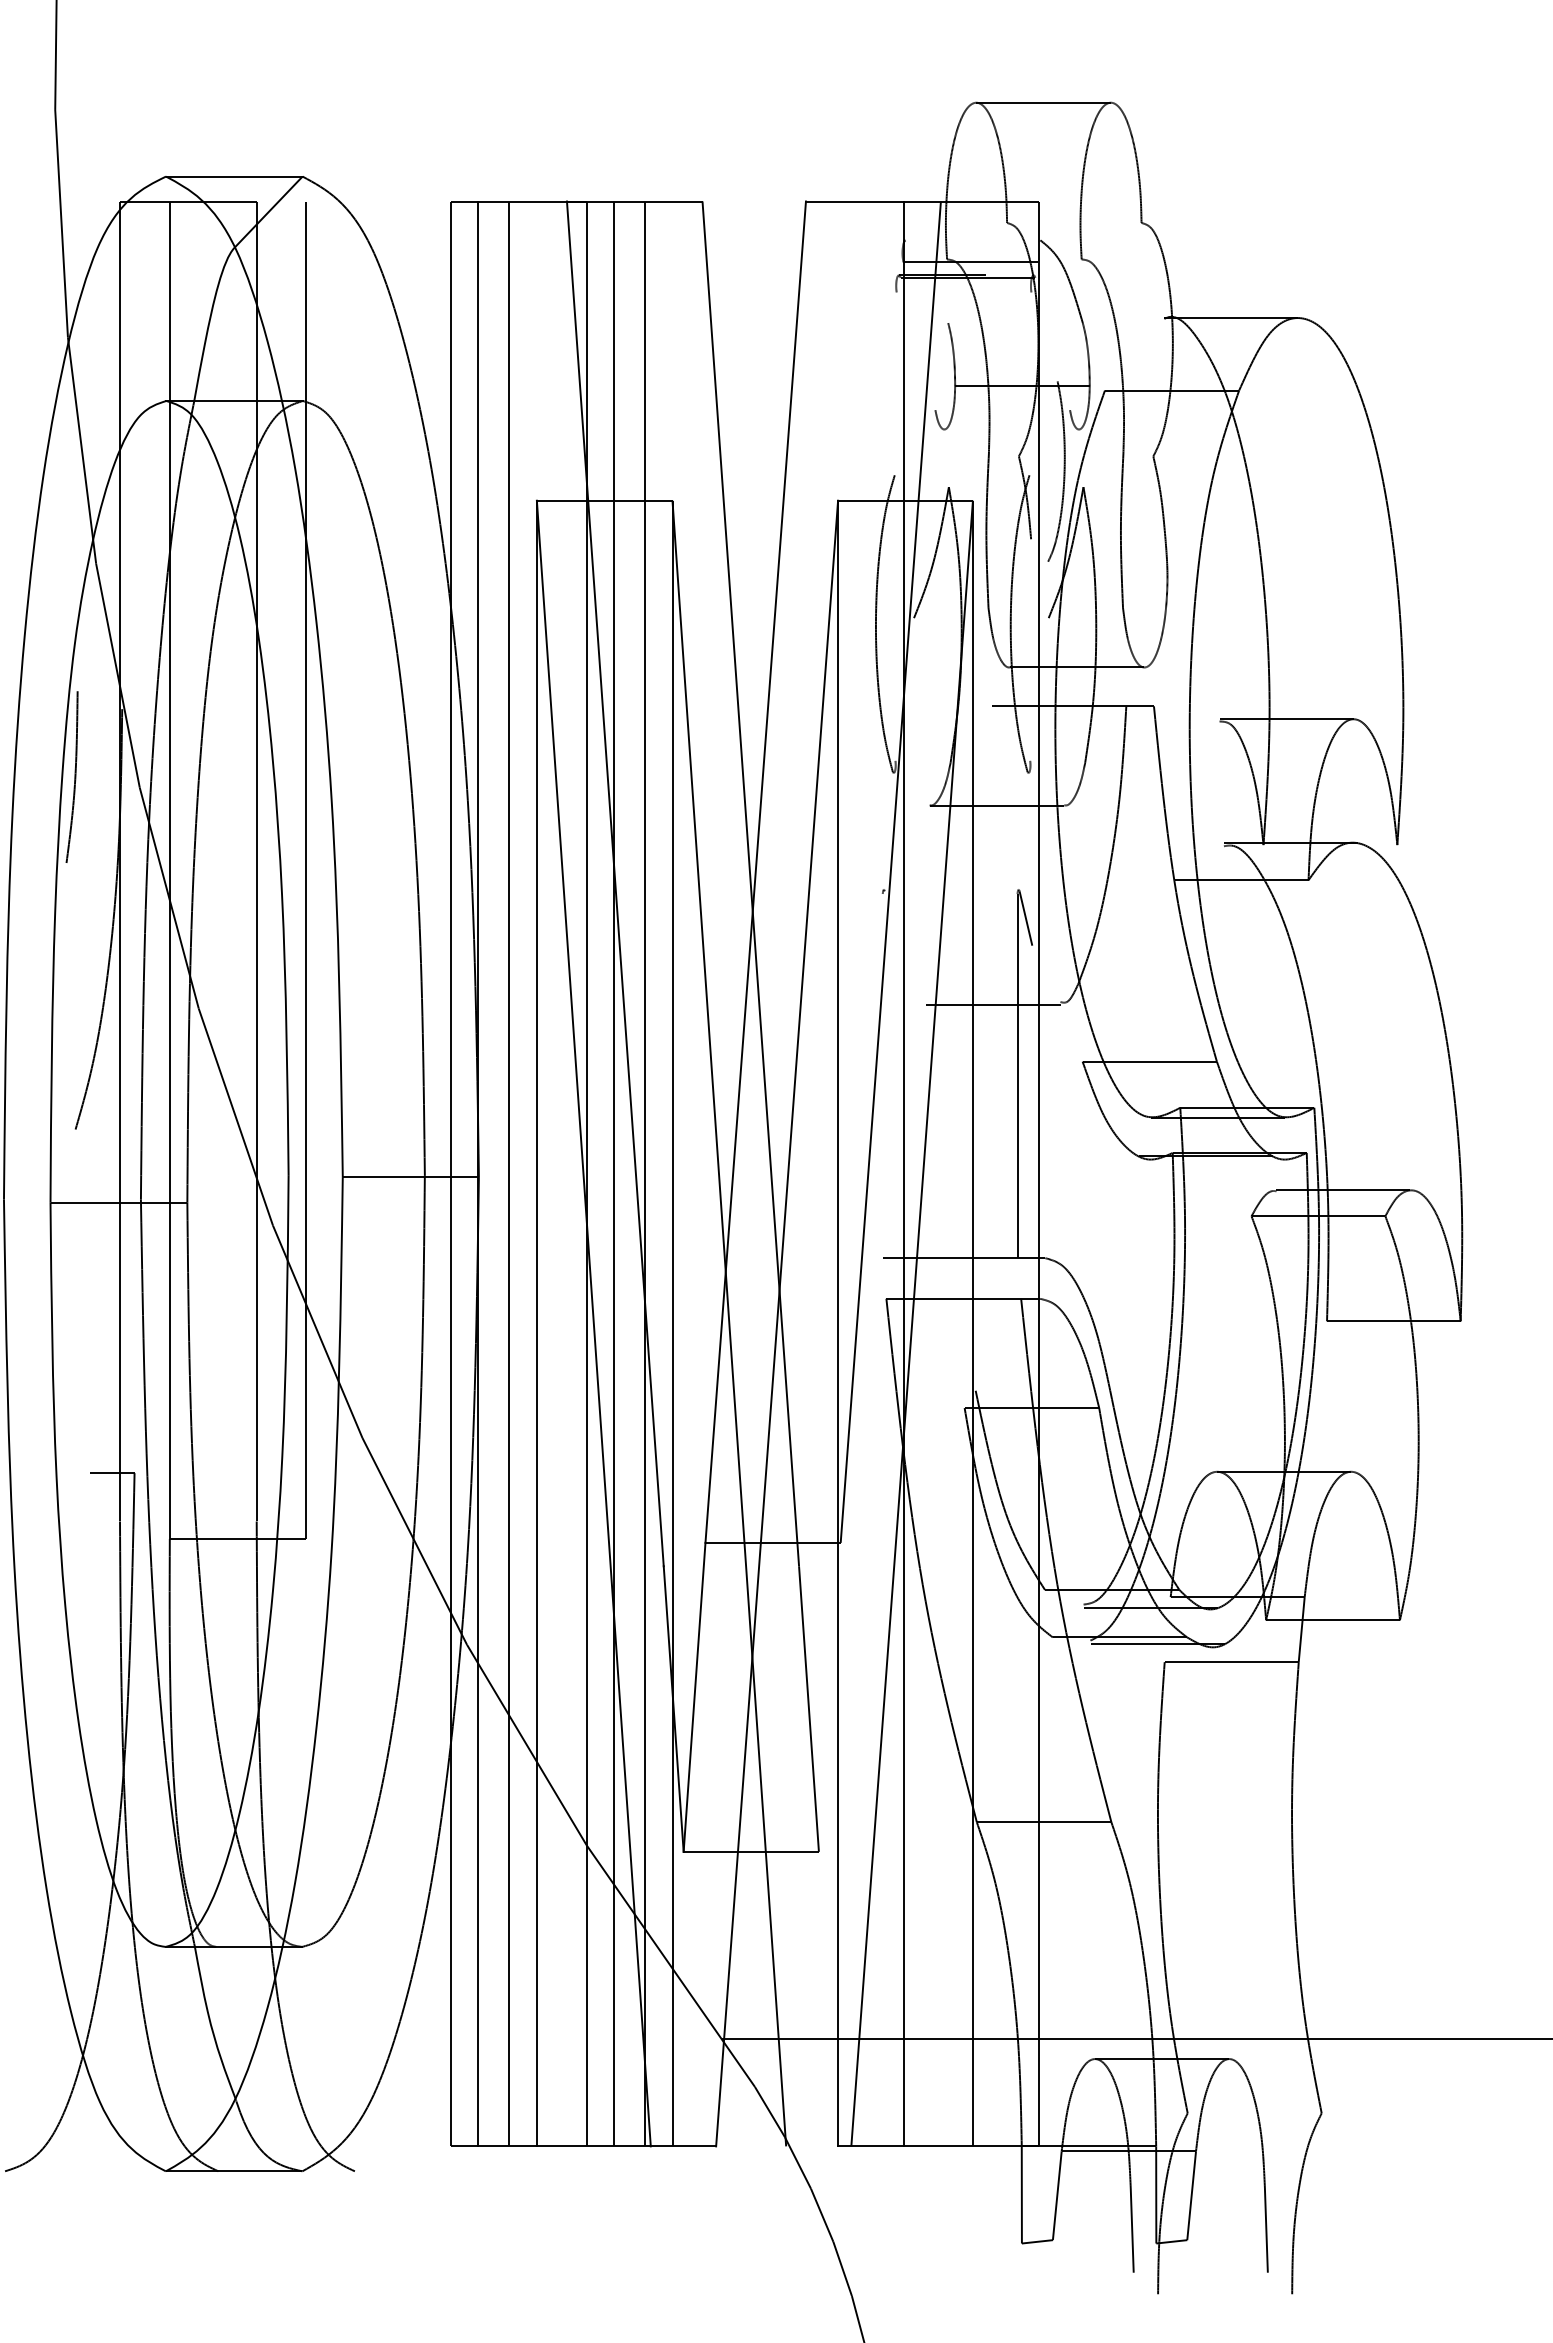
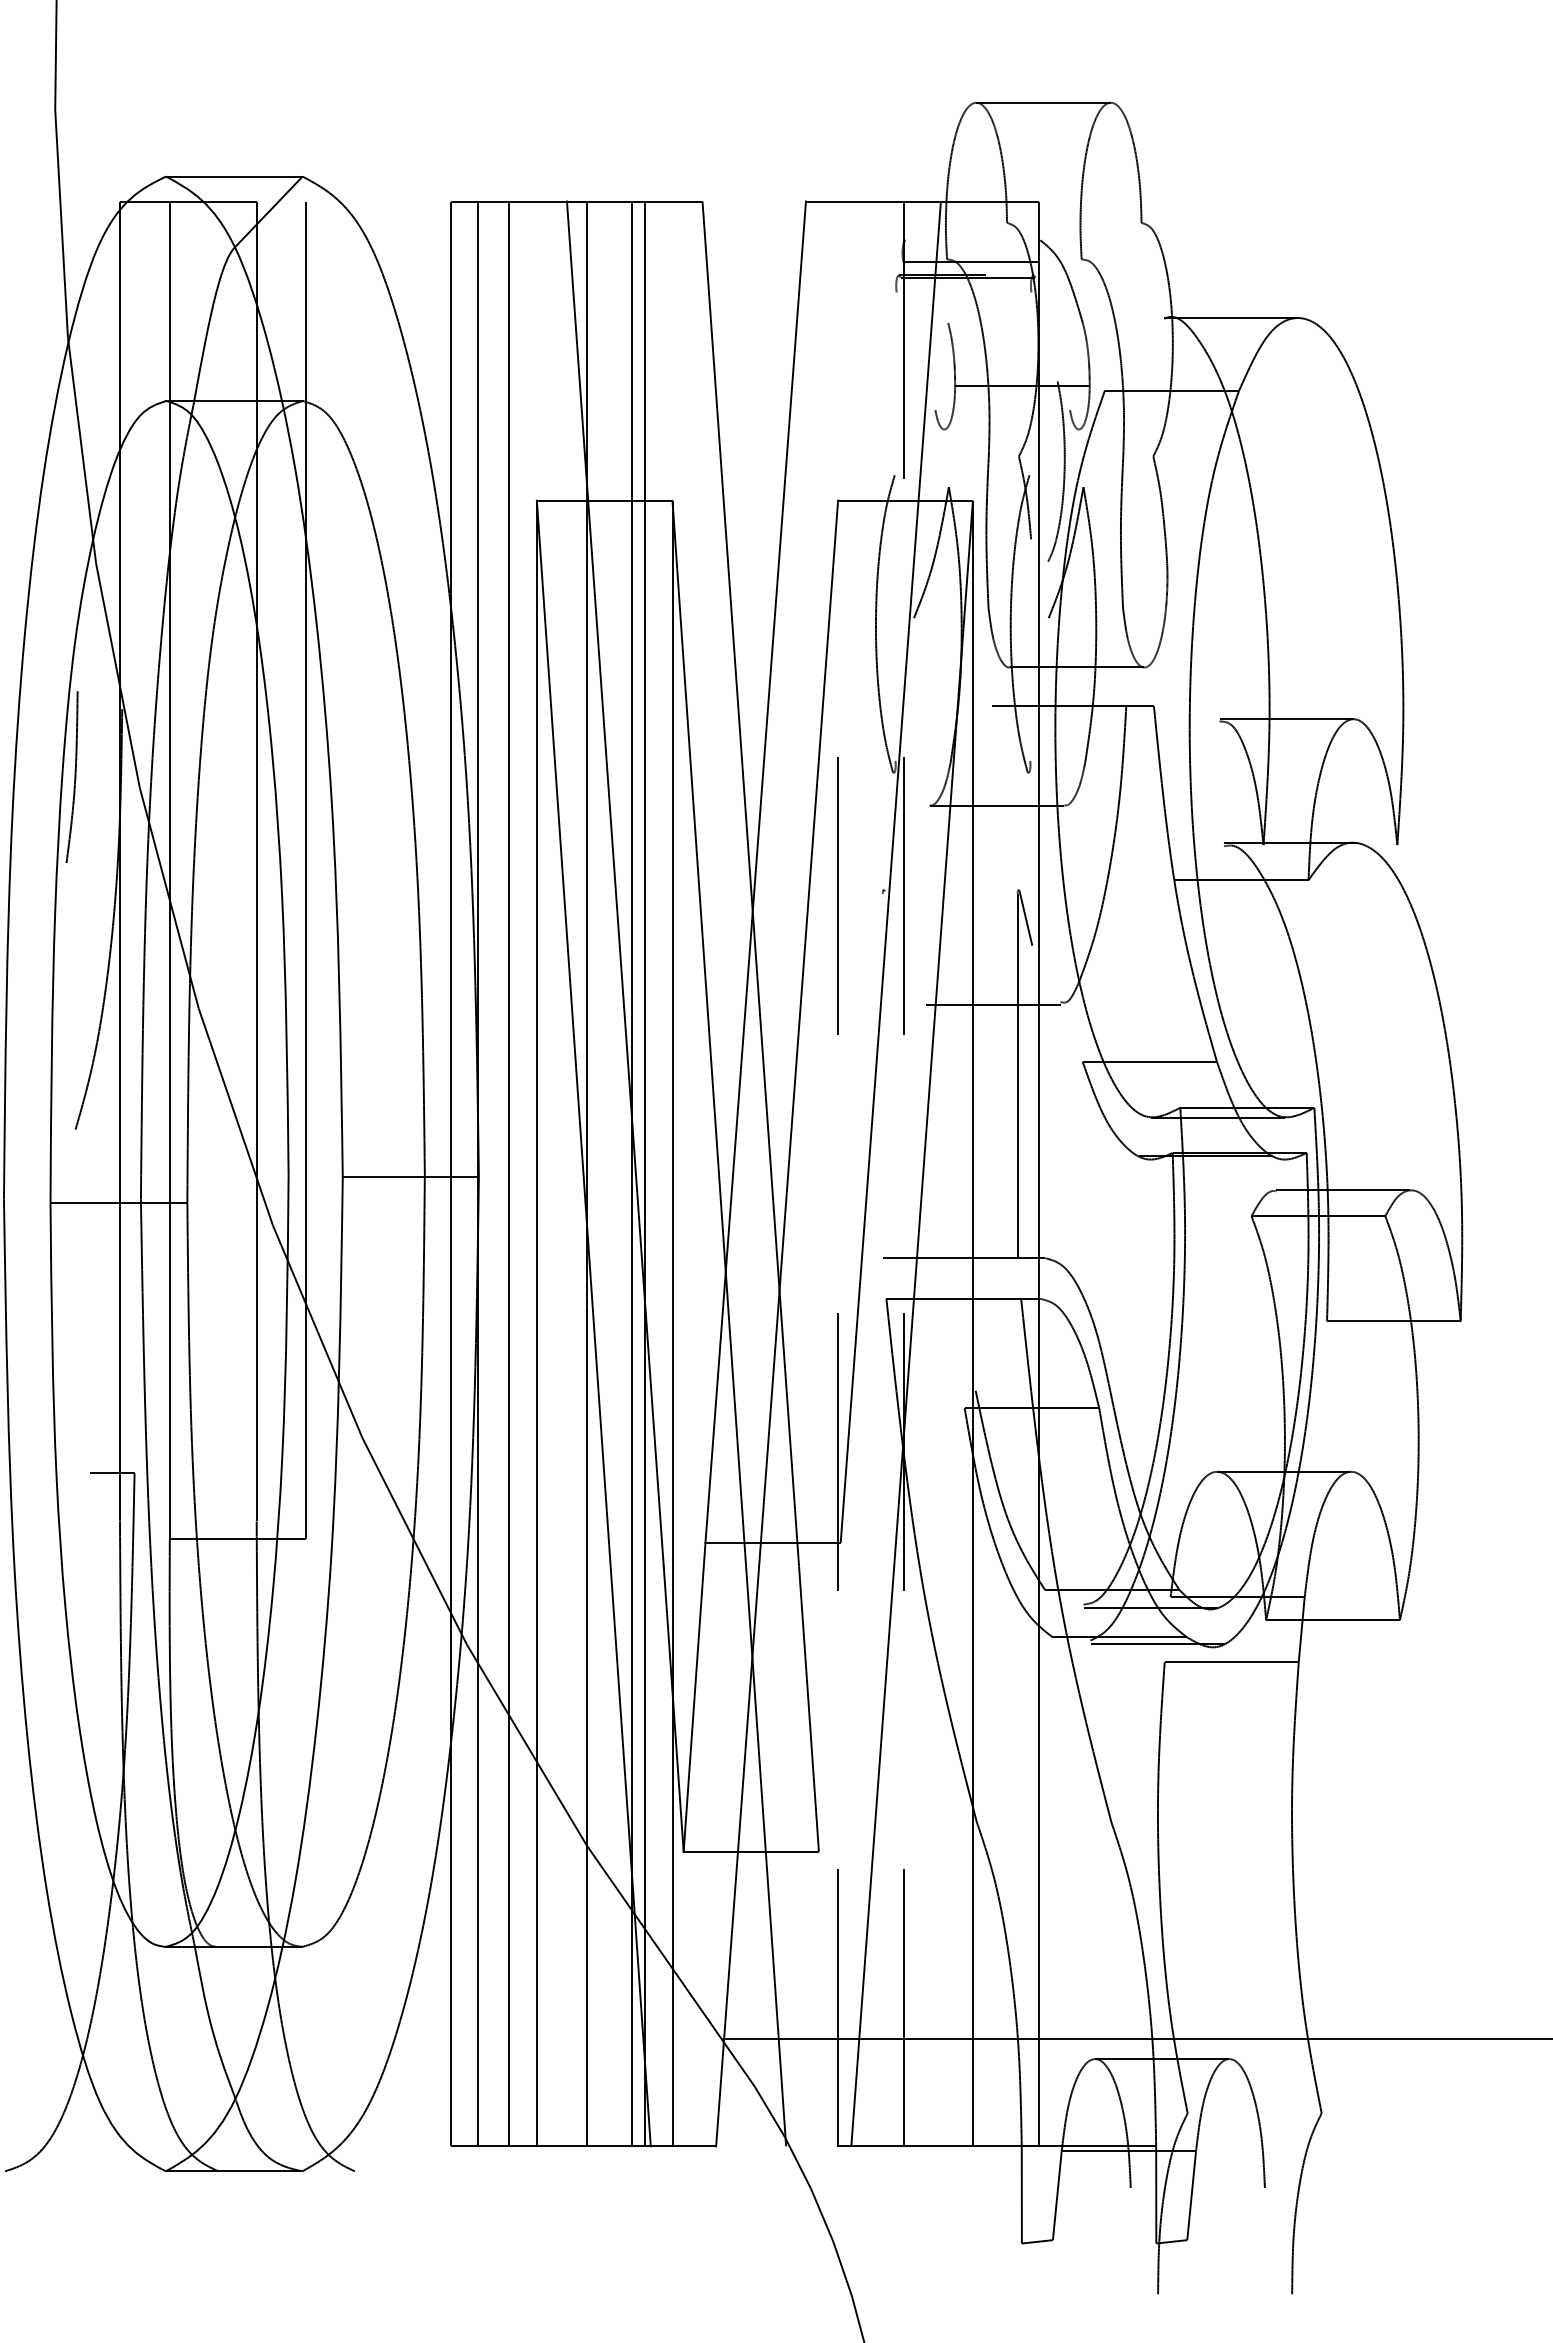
line at (613, 1173) position: (613, 1173) -> (631, 1173)
line at (904, 1174): solid -> dashed
line at (838, 1323): solid -> dashed
line at (1043, 1822): present -> none
line at (1131, 2230): present -> none
line at (1265, 2230): present -> none
